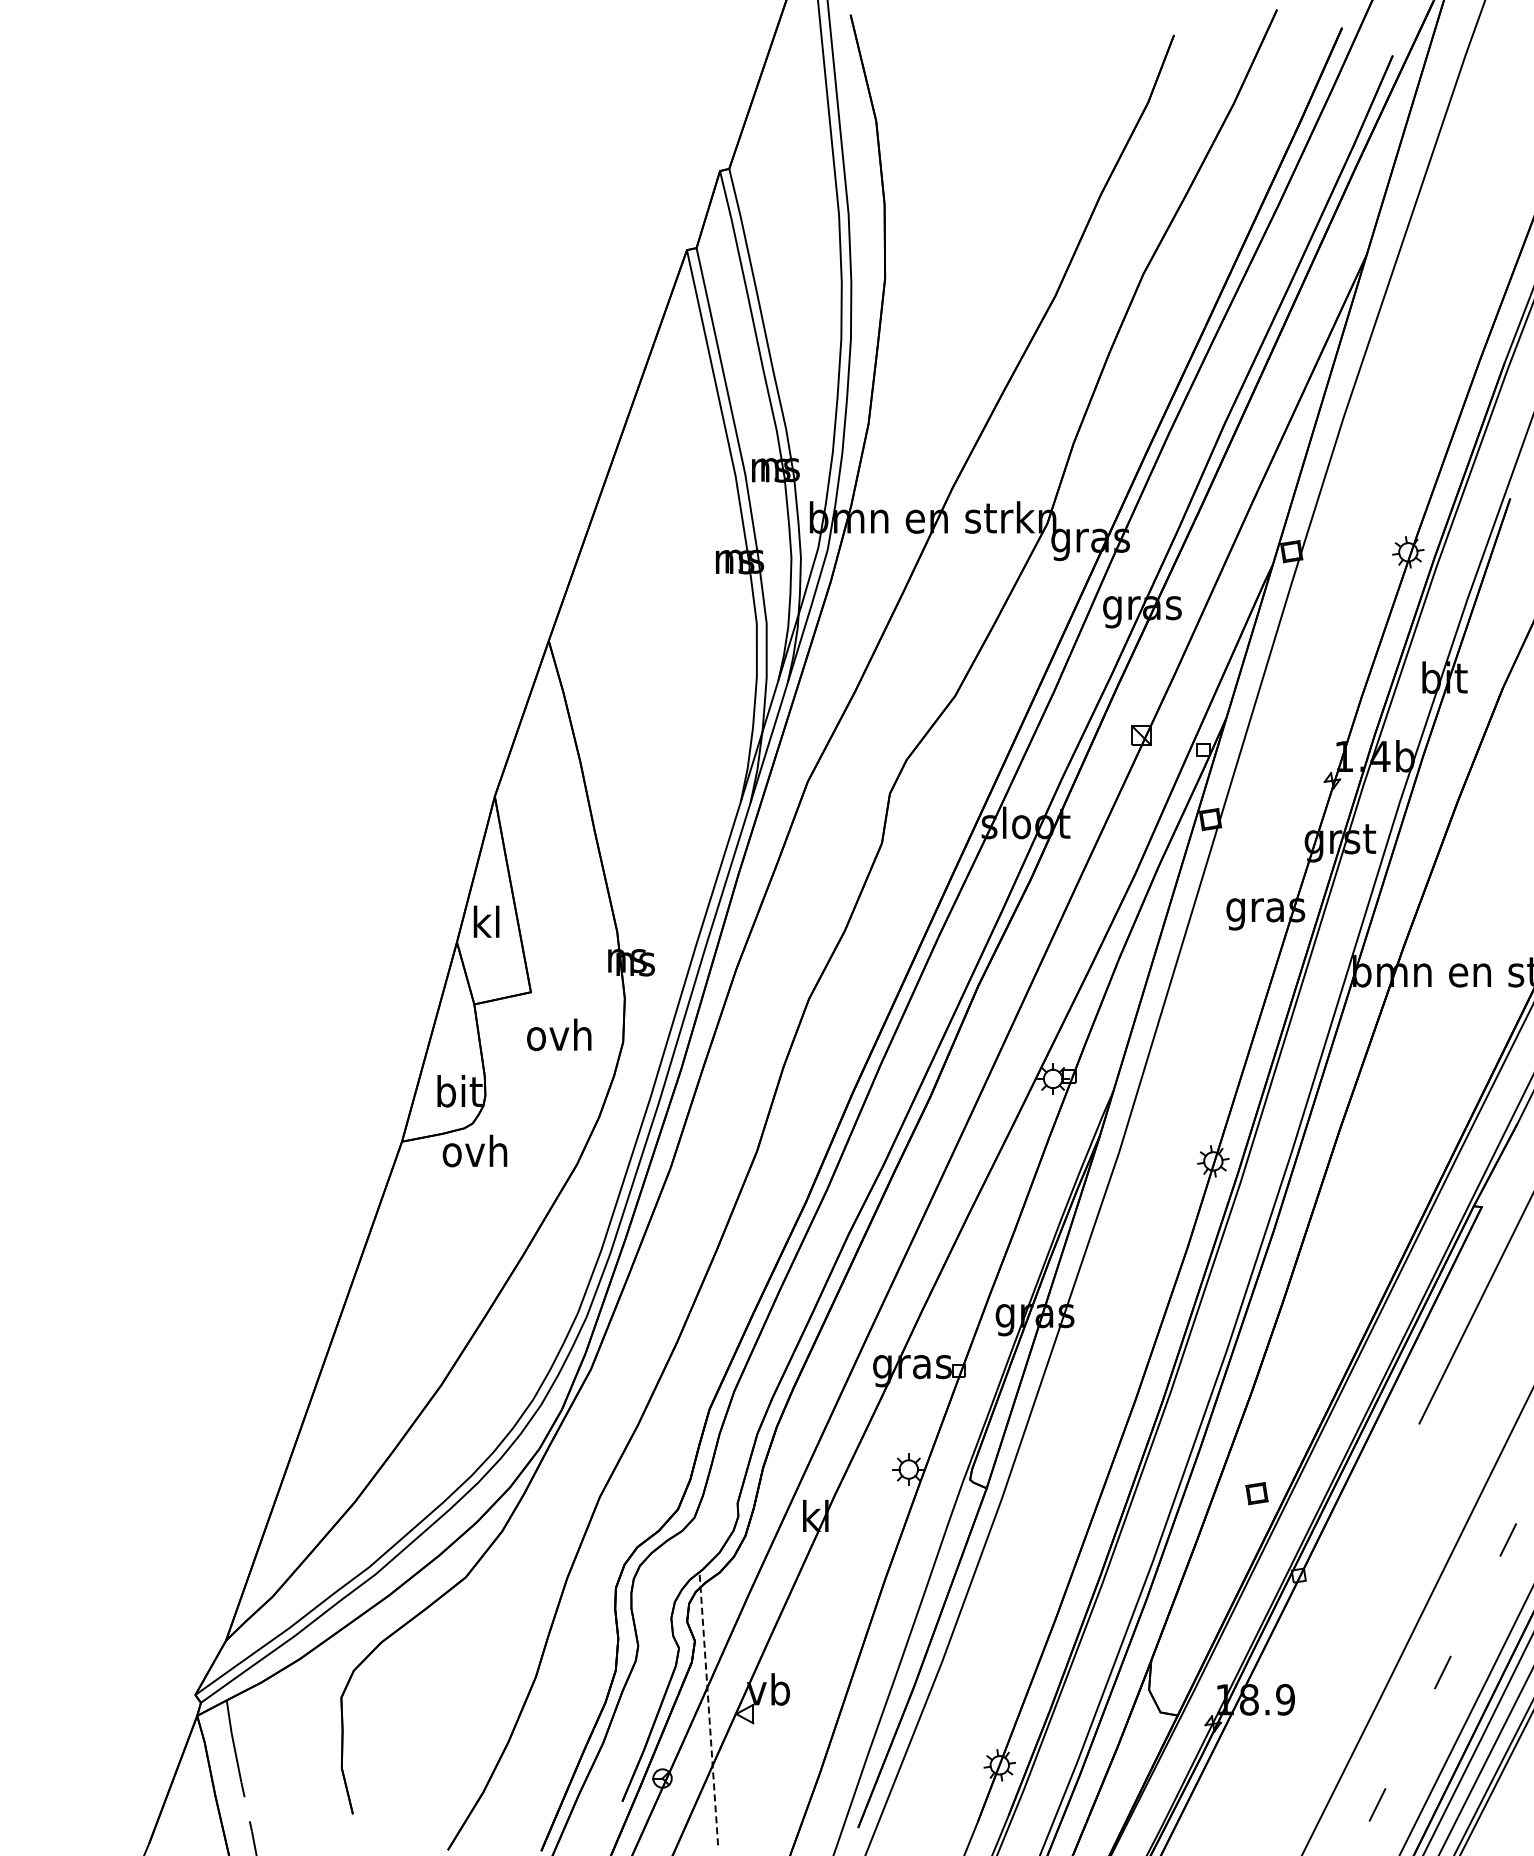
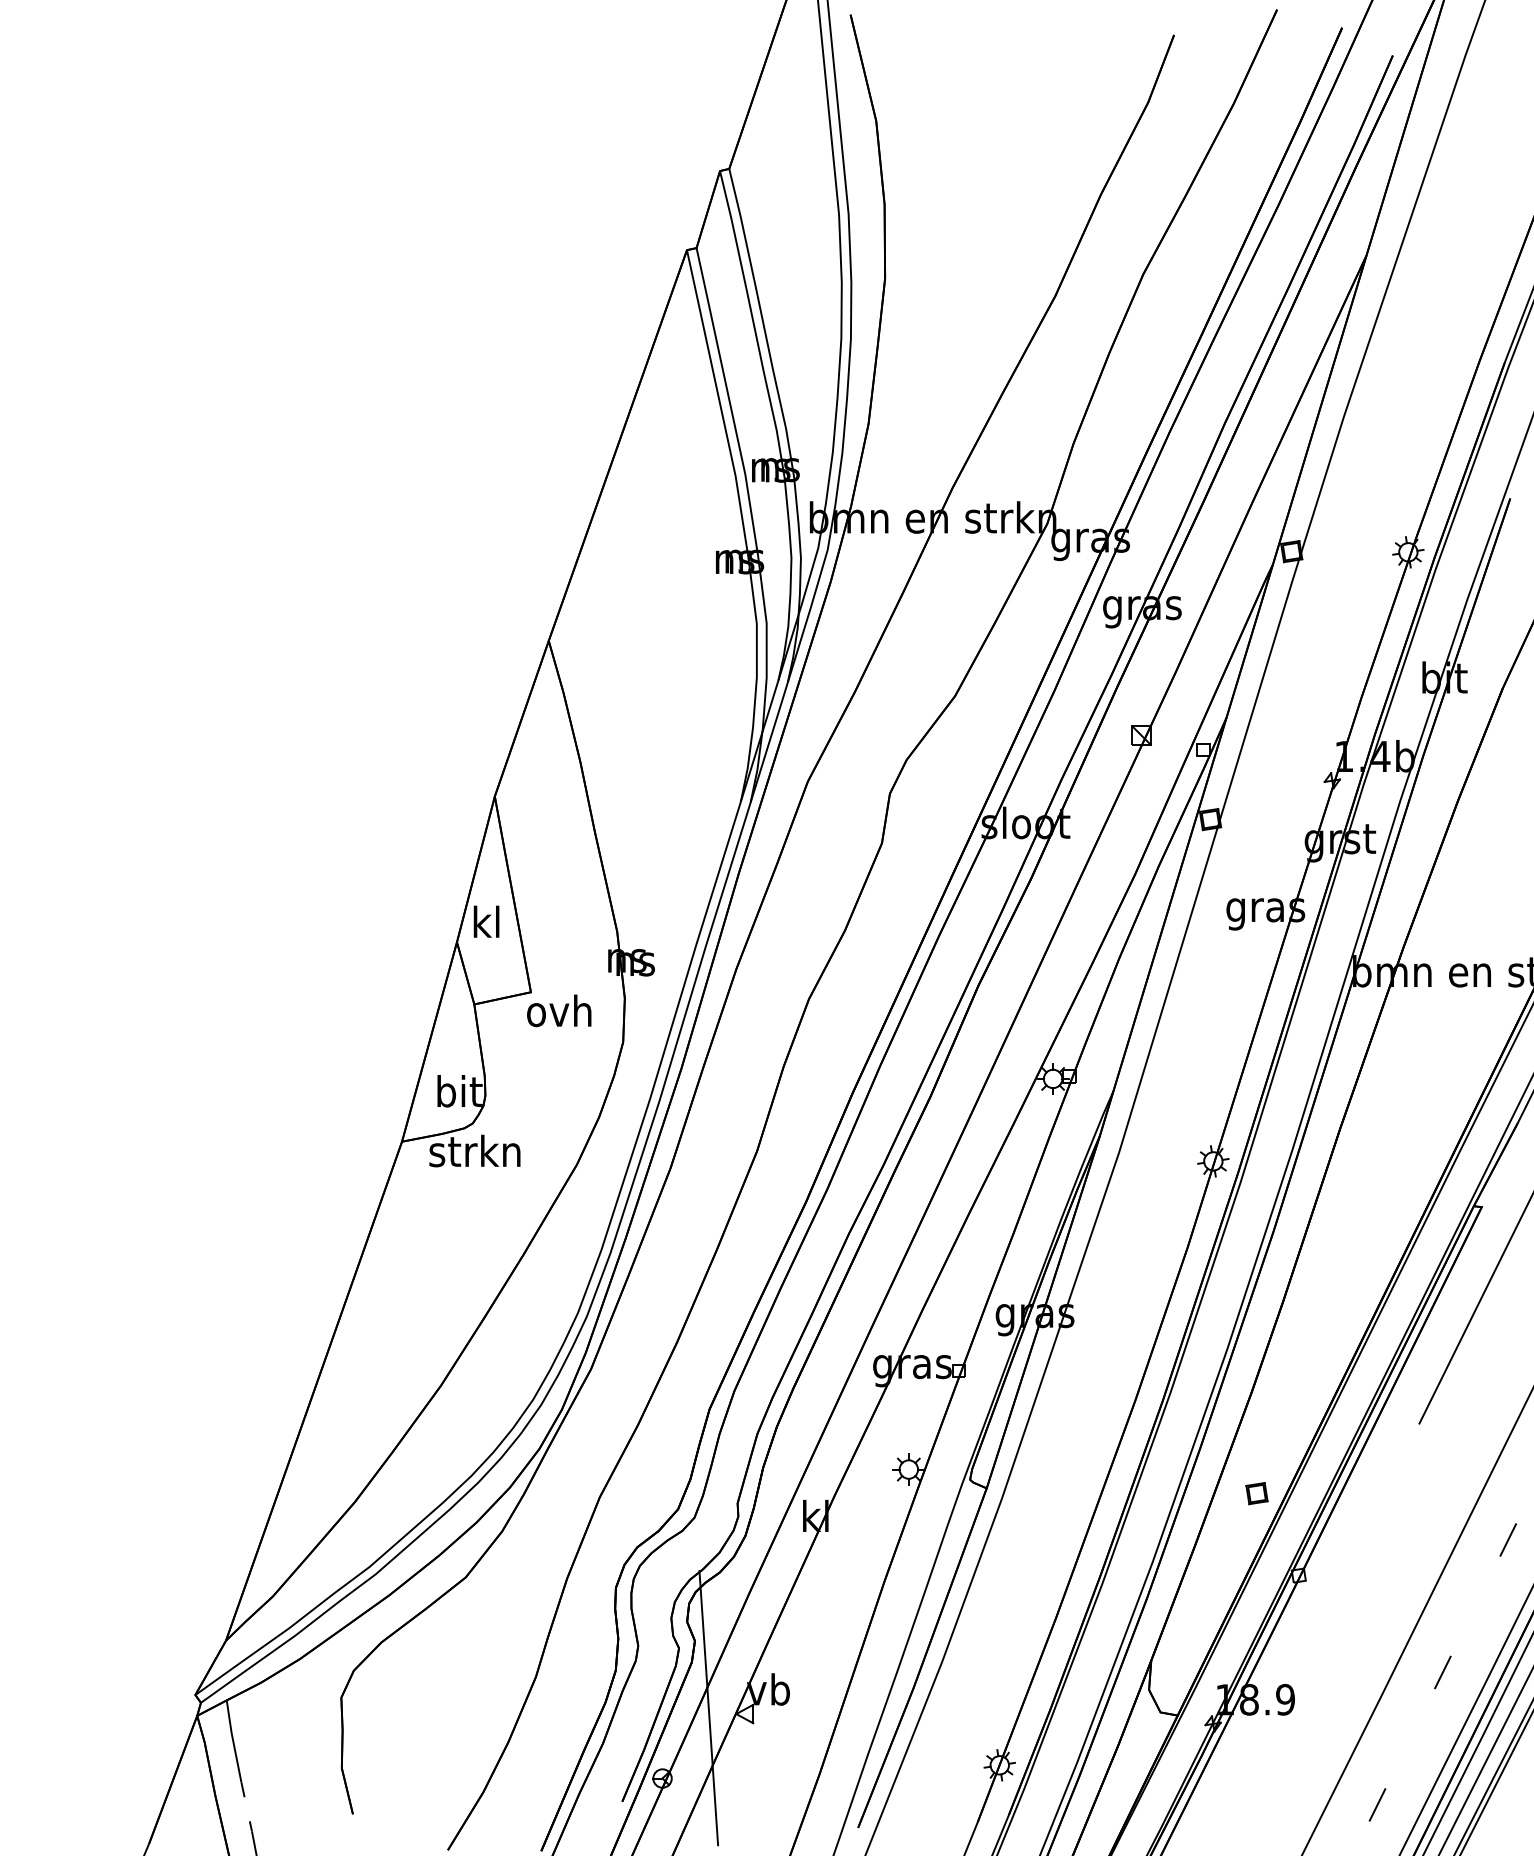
text at (559, 1034) position: (559, 1034) -> (559, 1010)
text at (474, 1150): ovh -> strkn
line at (708, 1707): dashed -> solid
